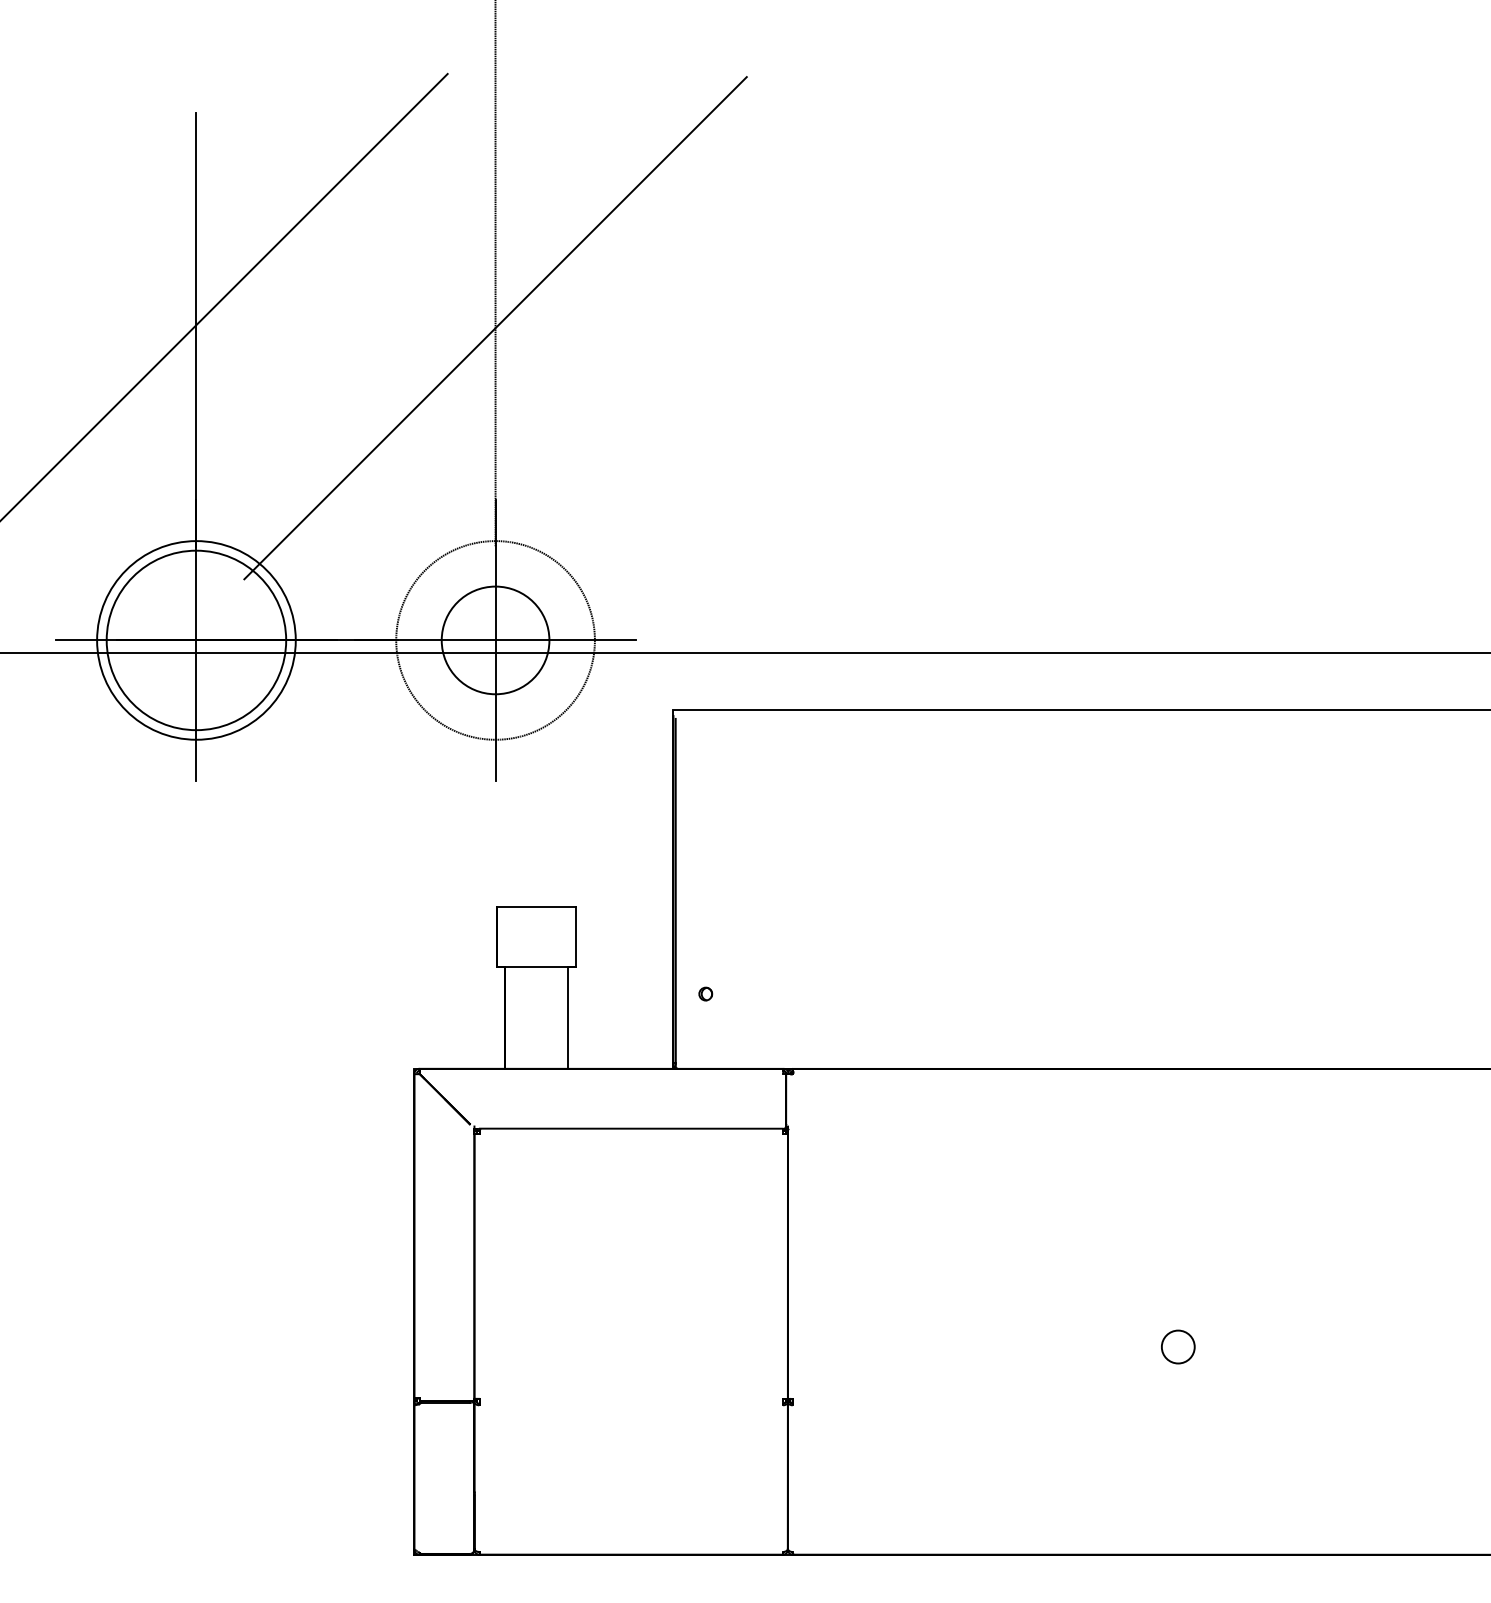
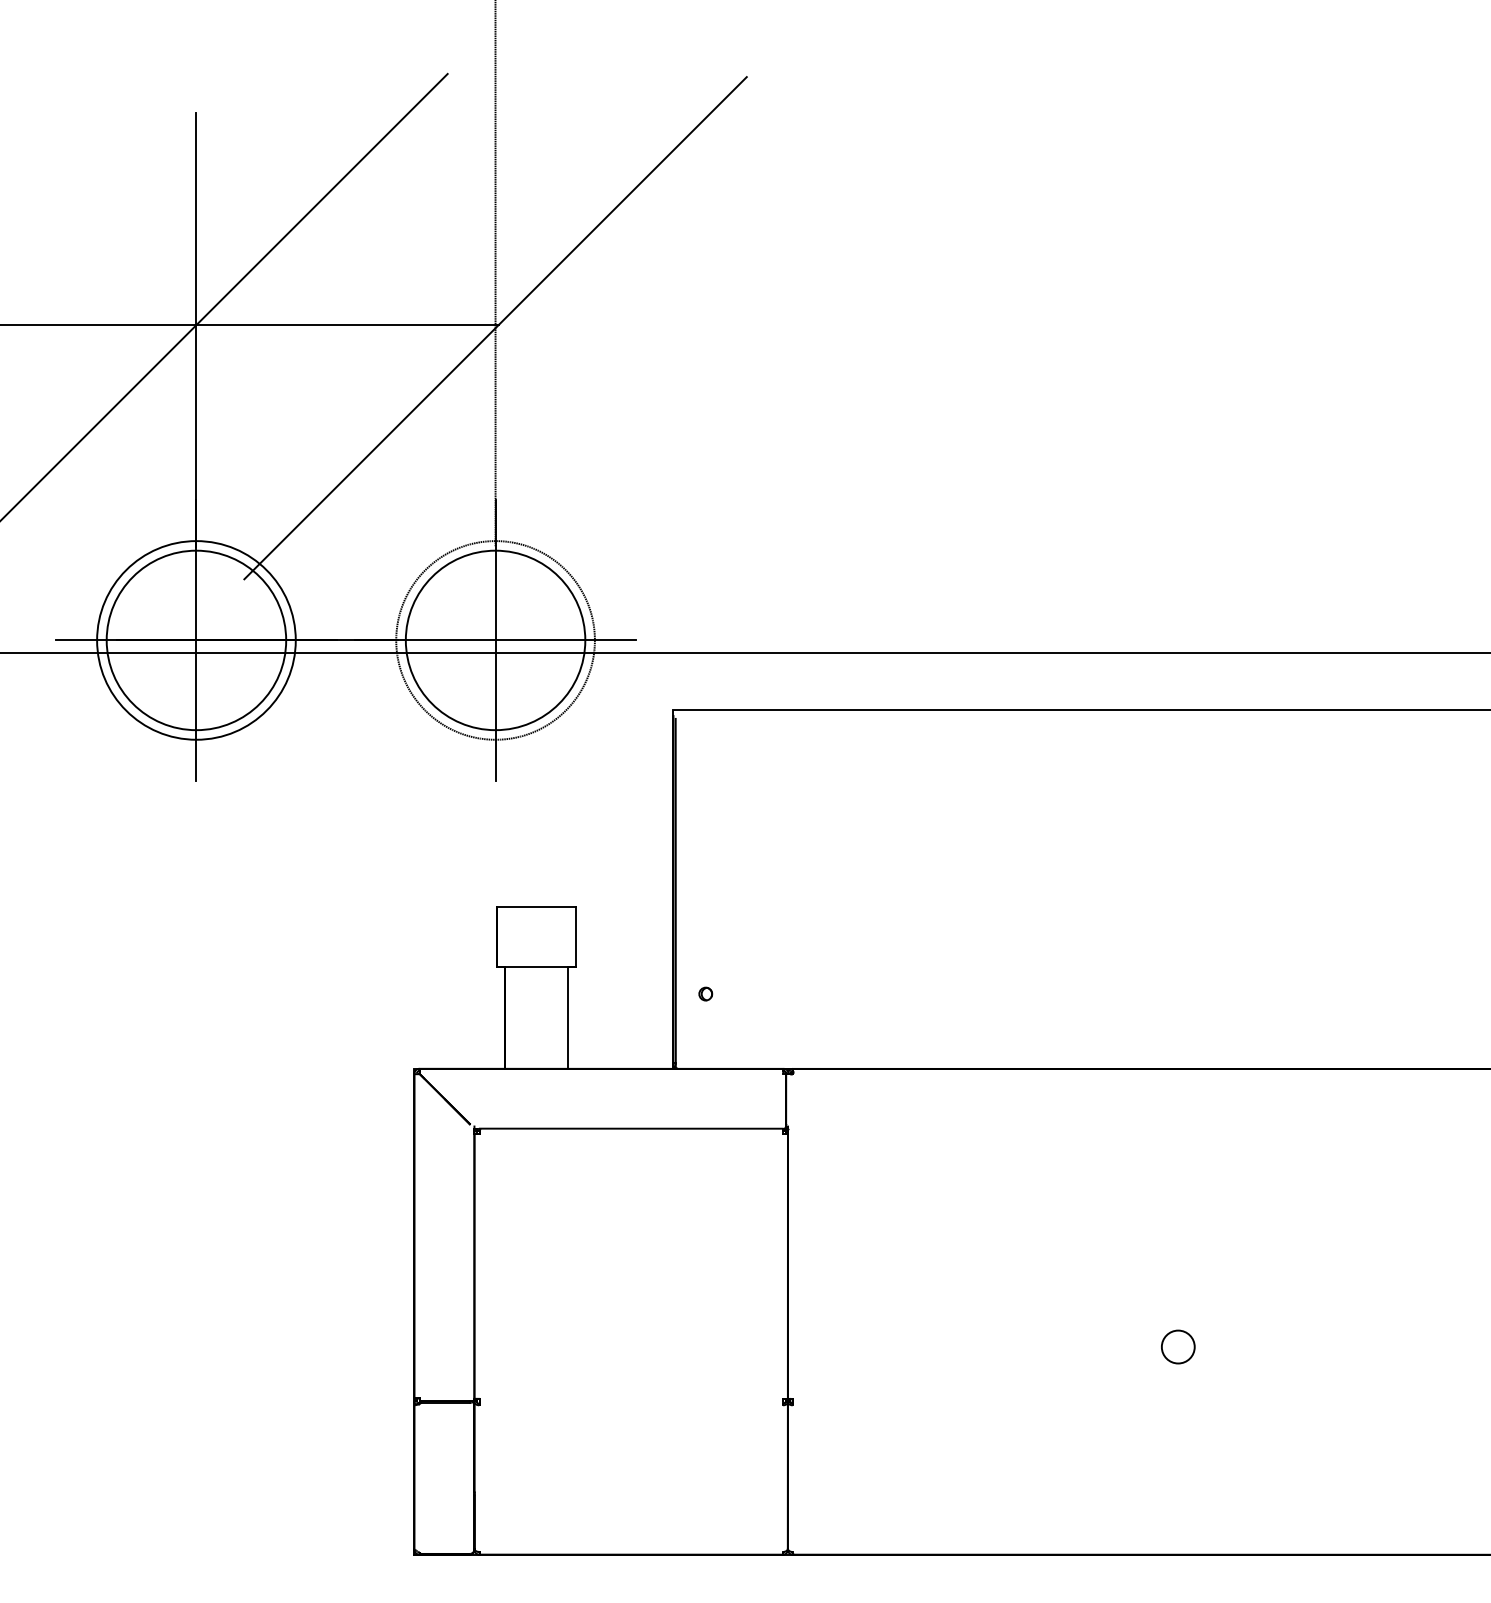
line at (250, 325): none -> present
circle at (495, 640) diameter: 108 px -> 179 px
